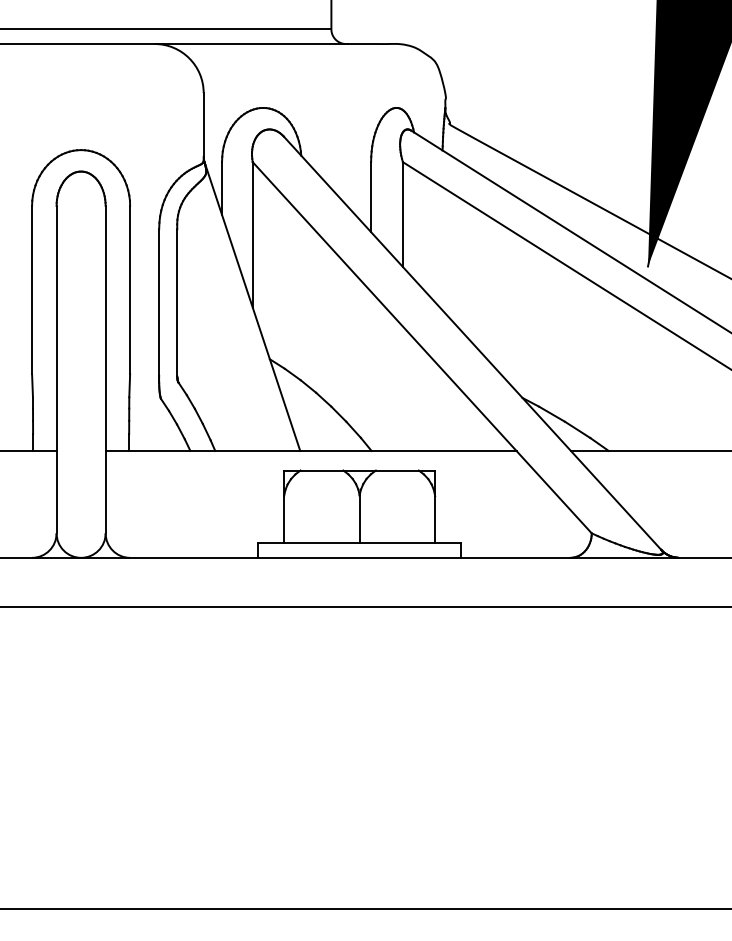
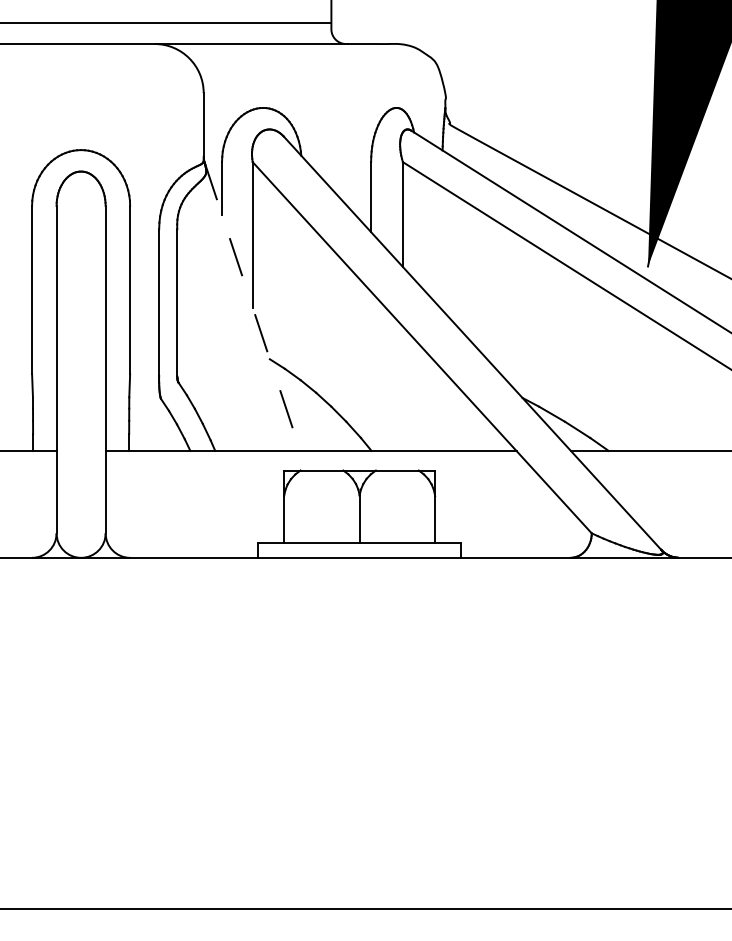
line at (166, 29) position: (166, 29) -> (166, 23)
line at (252, 307): solid -> dashed
line at (365, 606): present -> none
